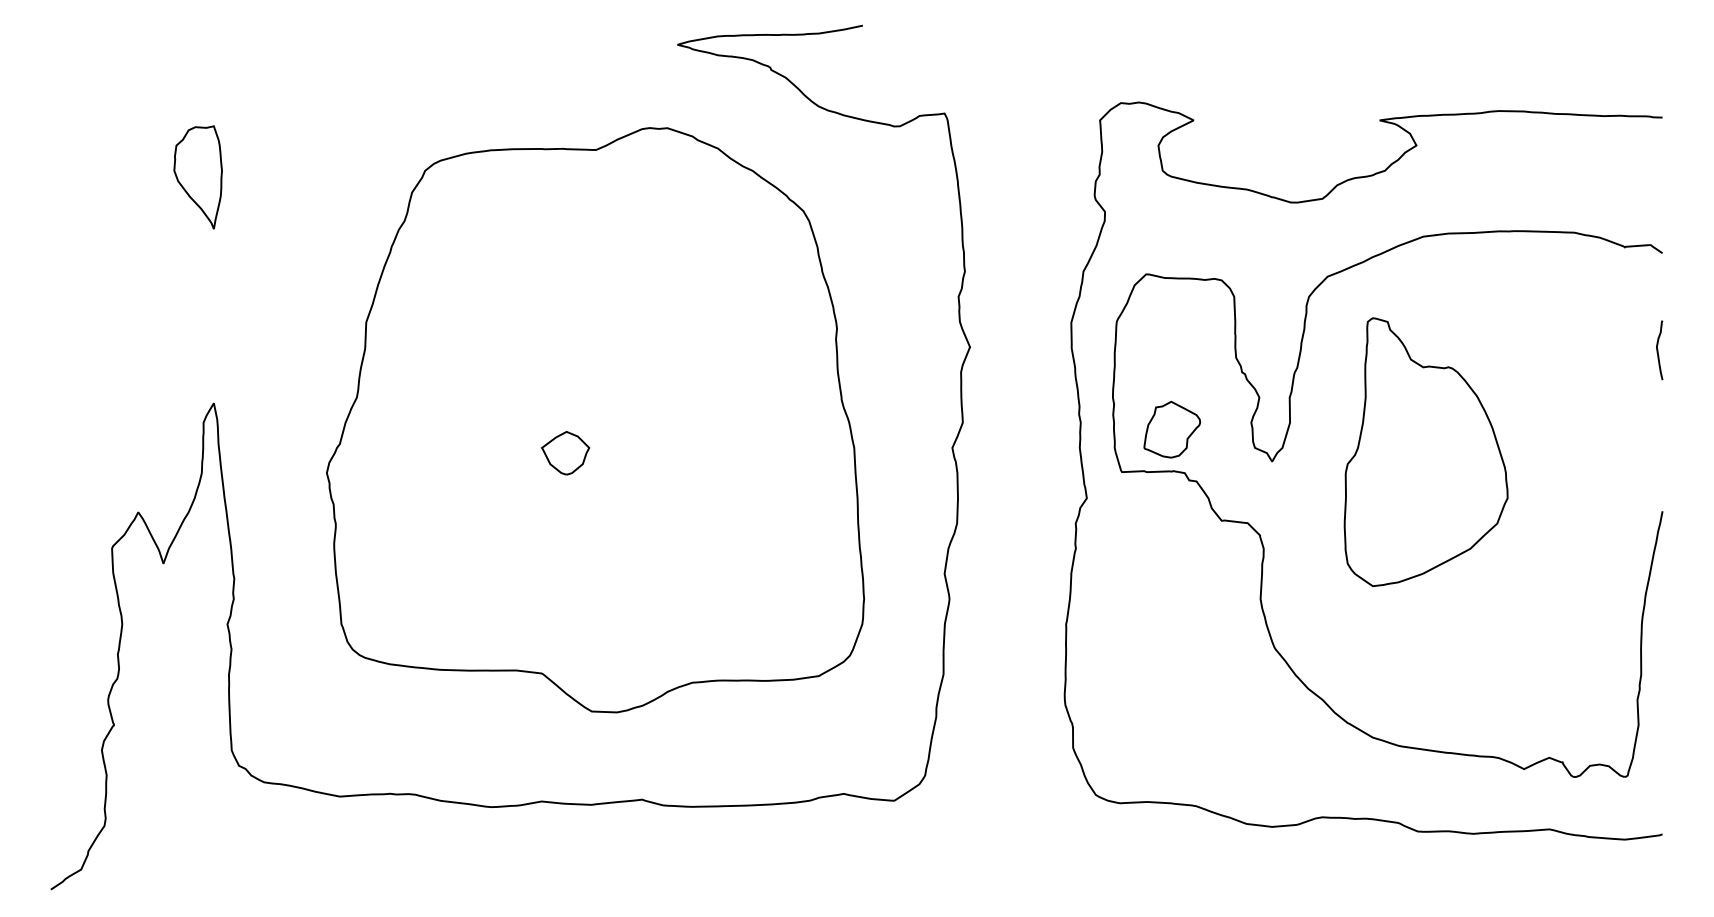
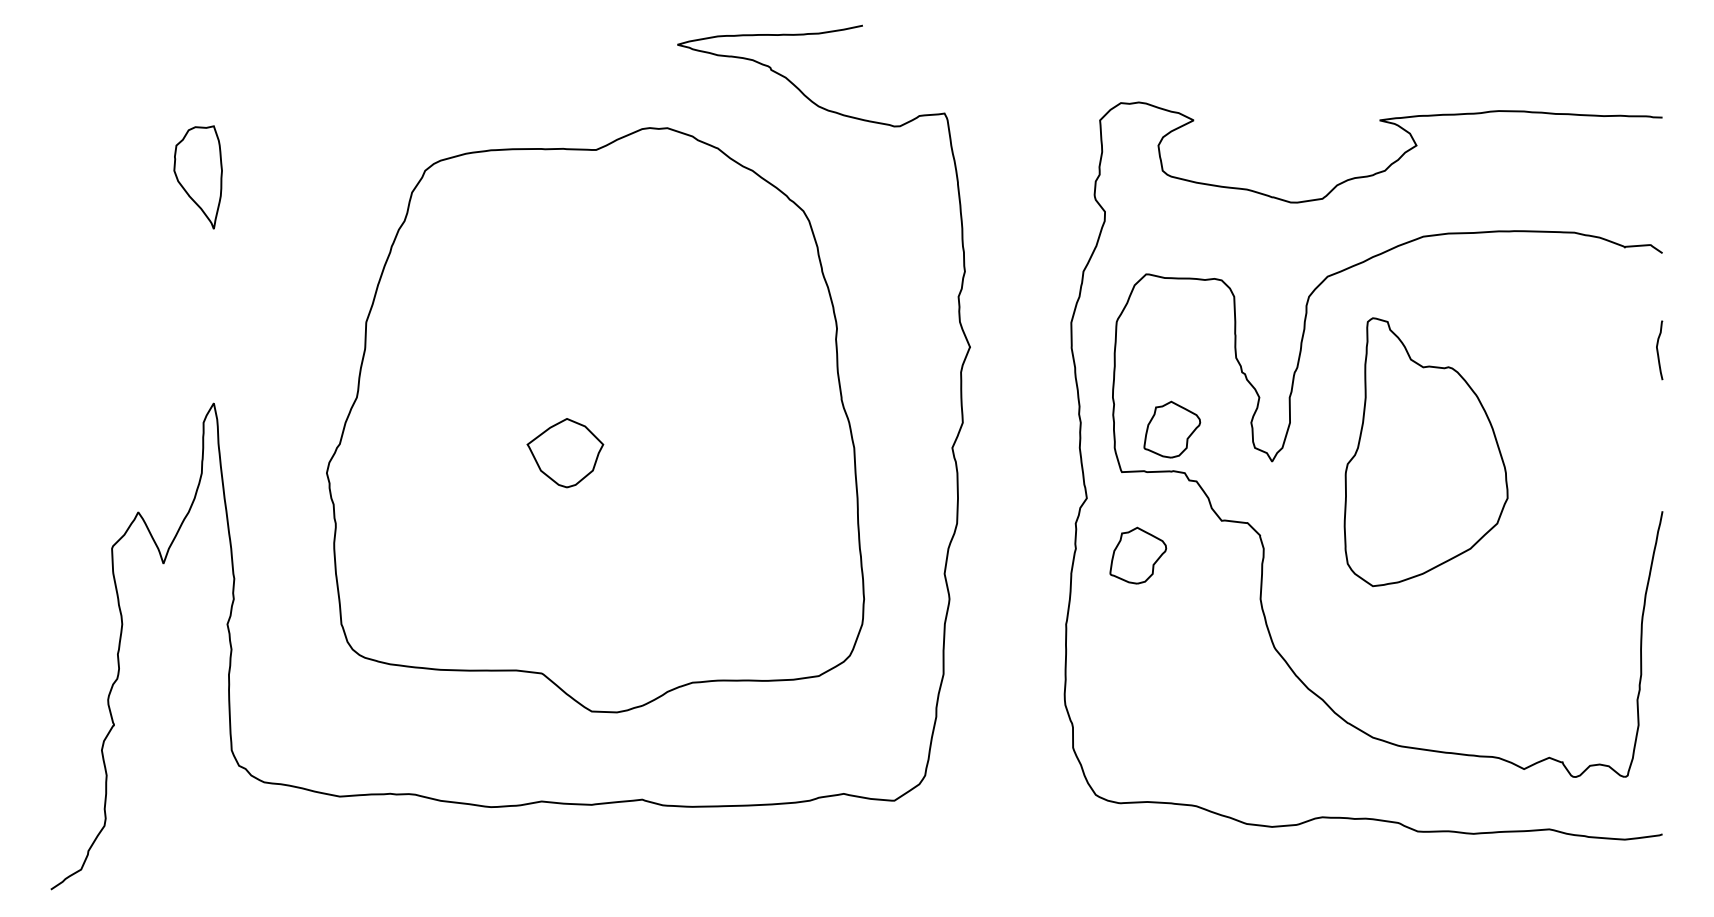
part at (565, 453) size: 50x45 px -> 79x71 px
part at (1138, 555): none -> present
